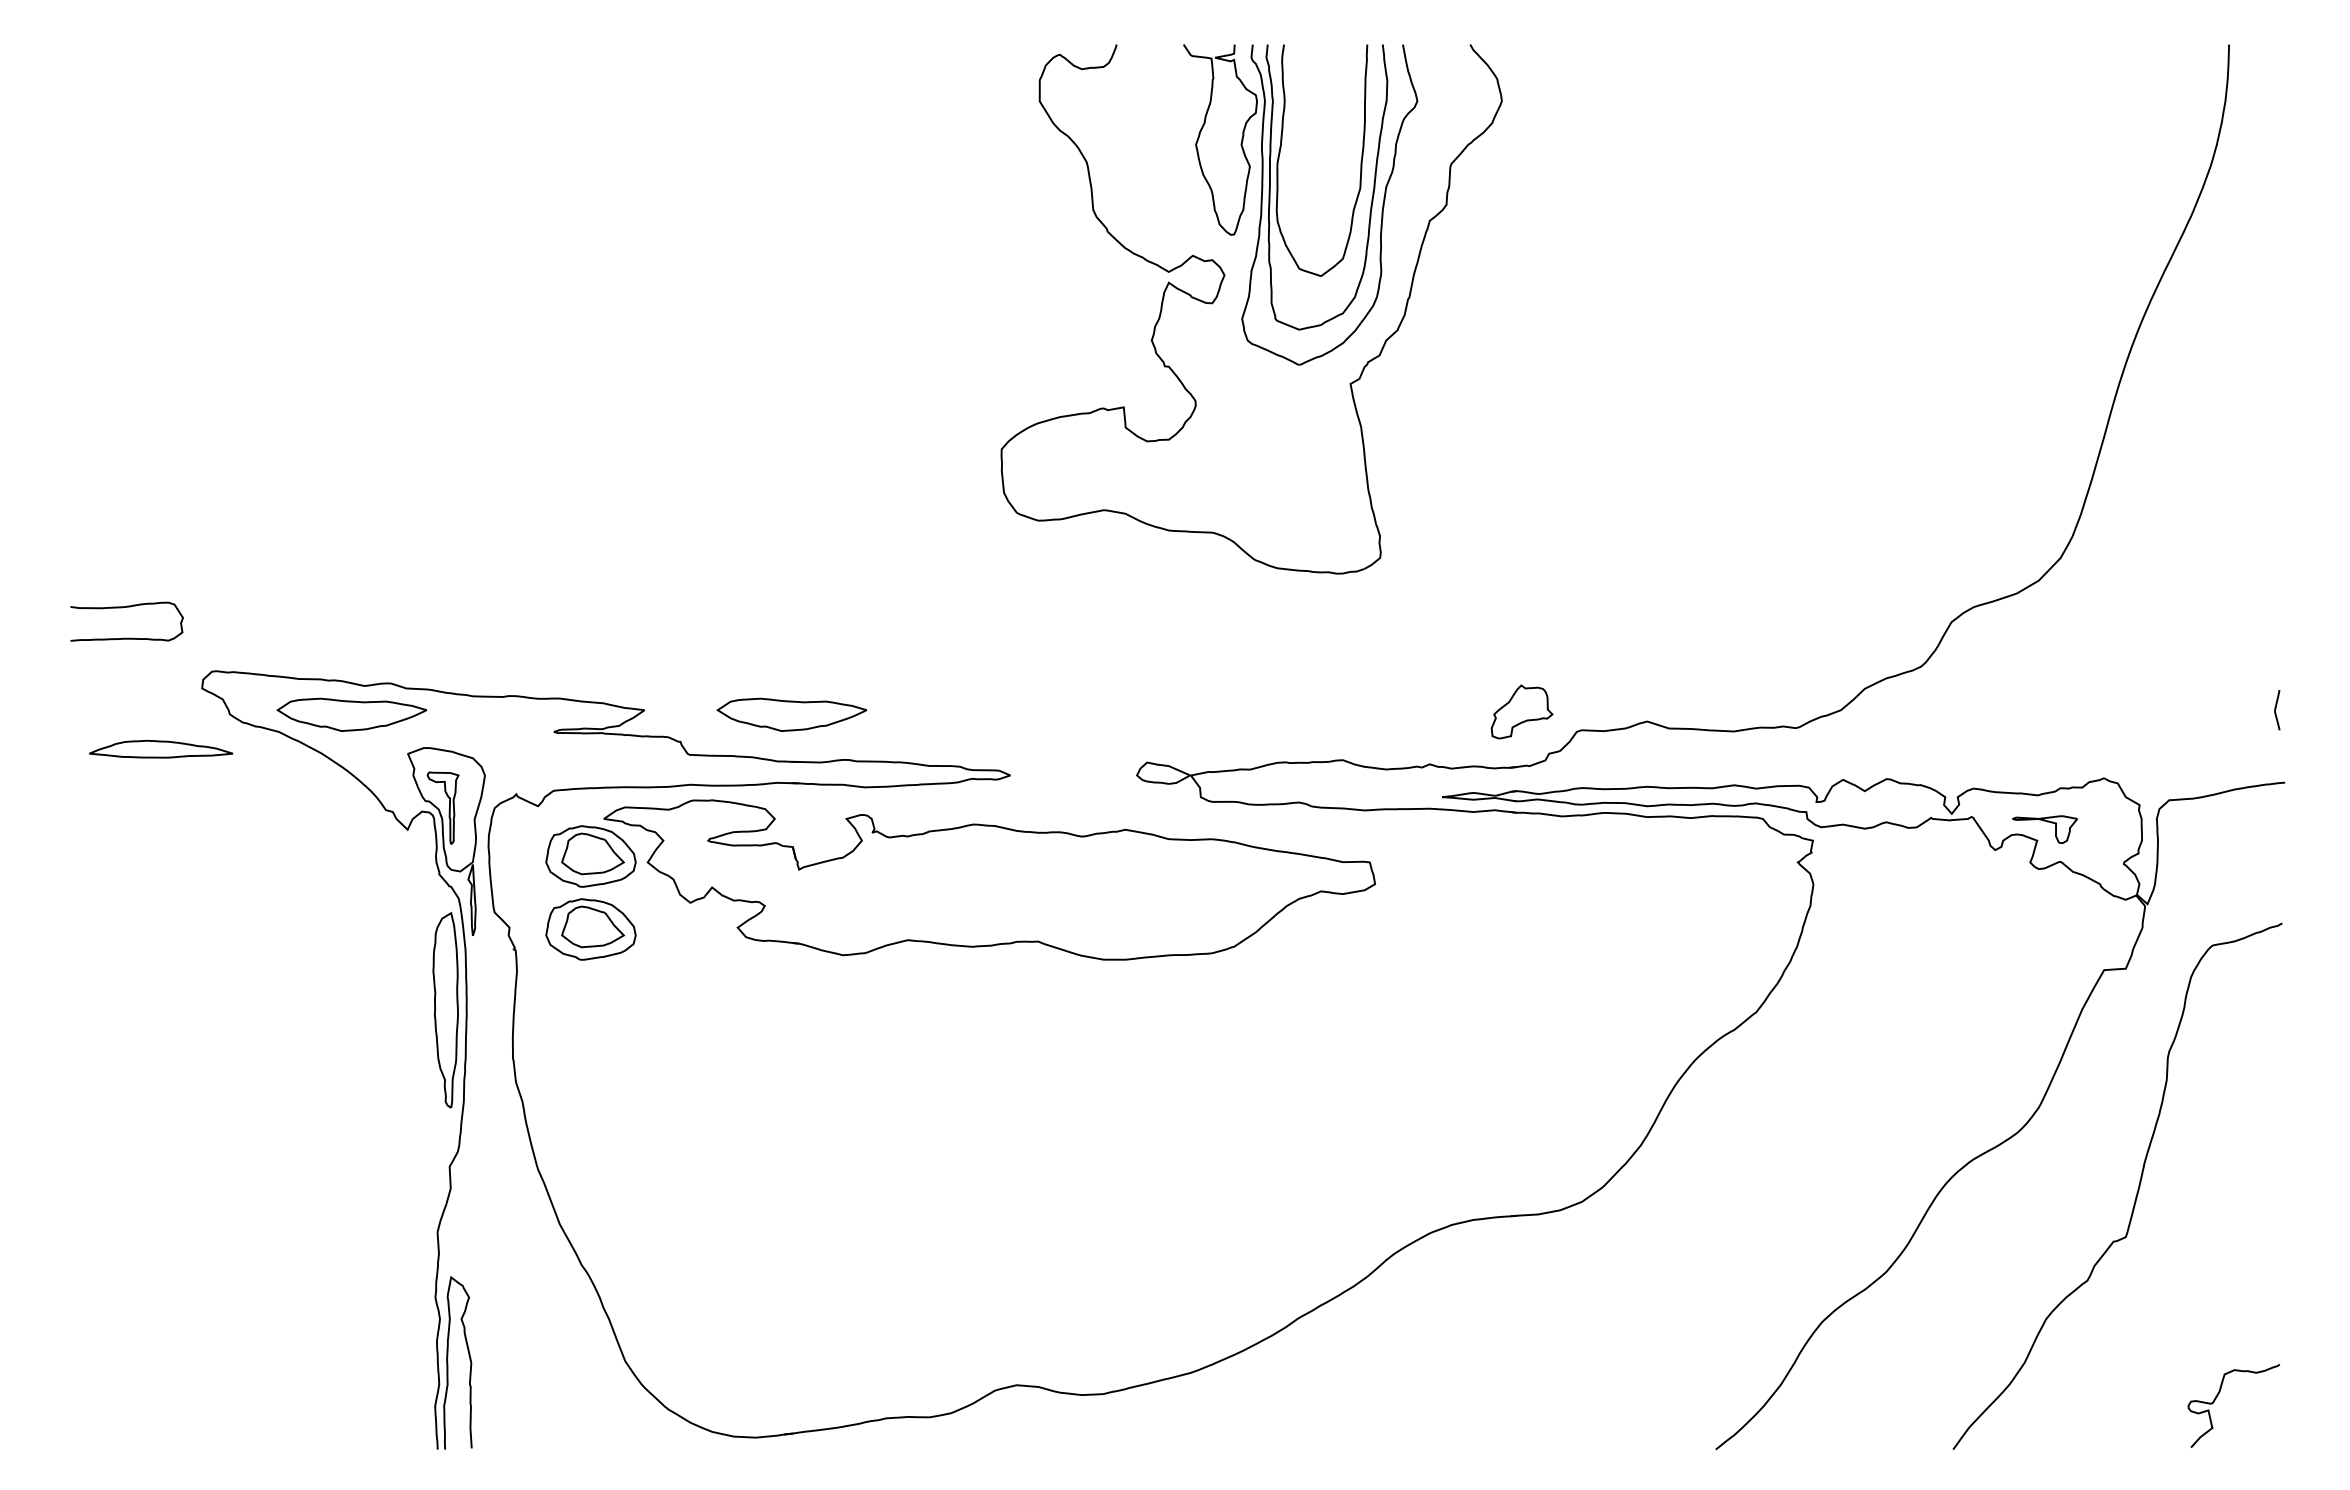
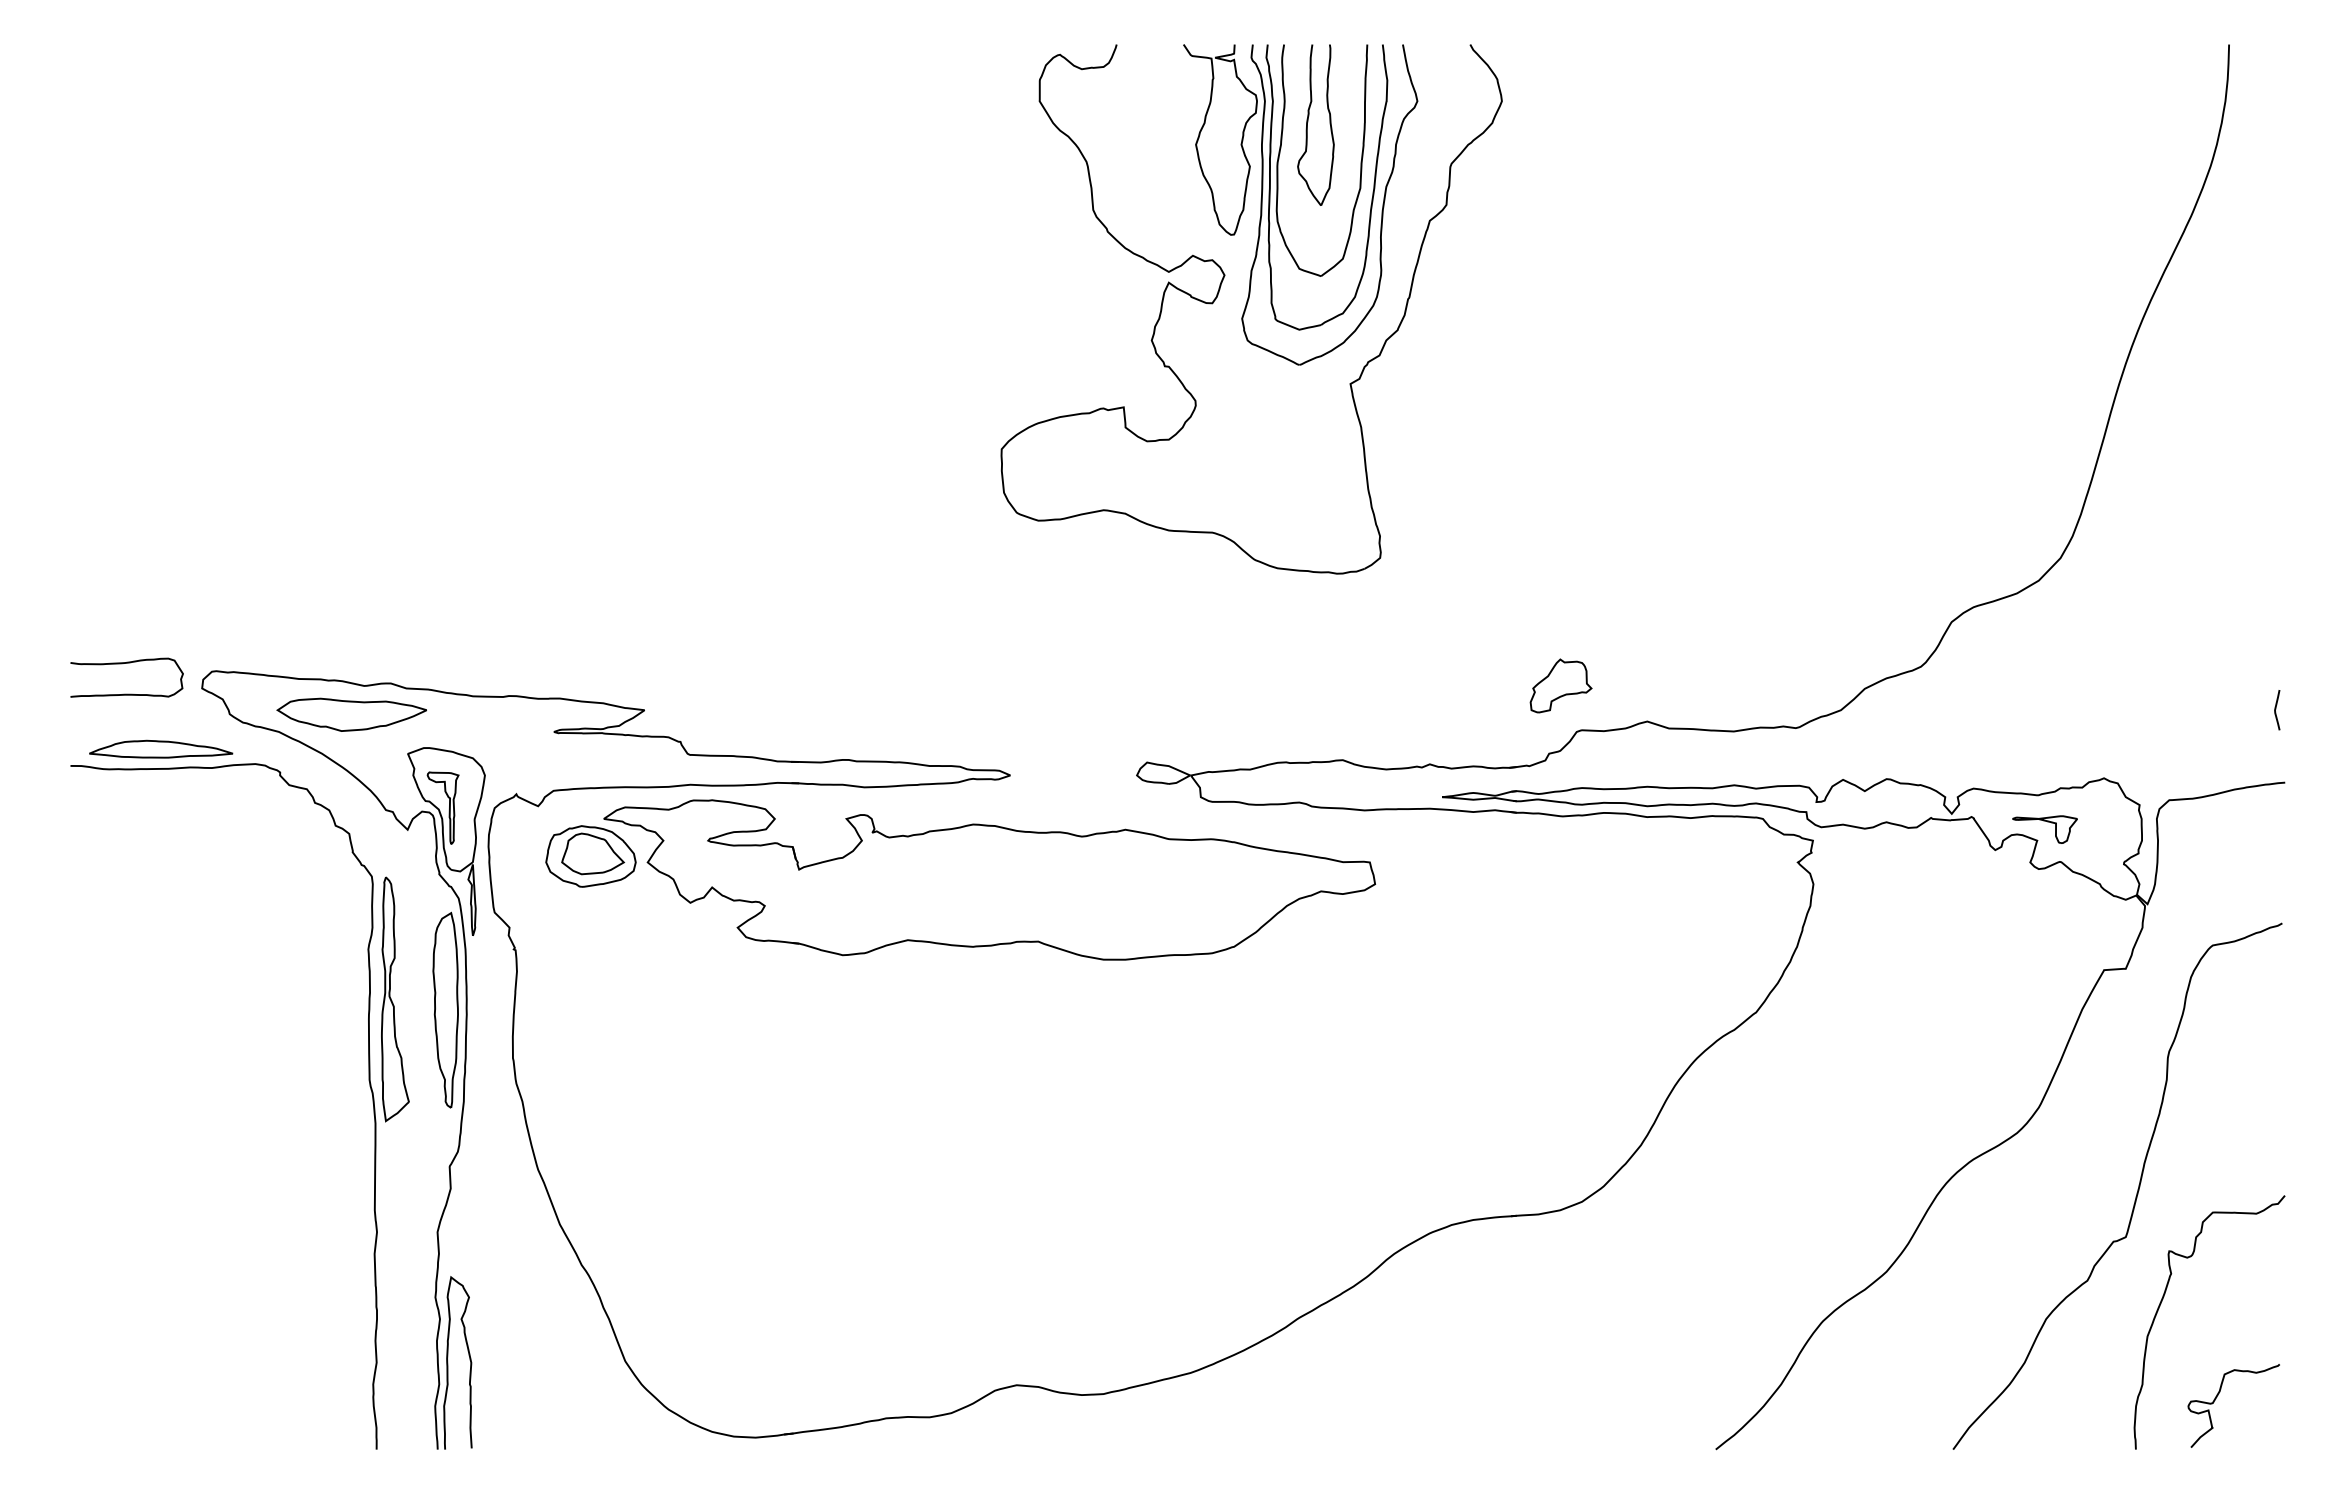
part at (1308, 122): none -> present
curve at (122, 608) position: (122, 608) -> (122, 664)
part at (1521, 711) position: (1521, 711) -> (1560, 685)
part at (791, 714): present -> none
part at (590, 929): present -> none
part at (369, 1086): none -> present
curve at (2161, 1304): none -> present
